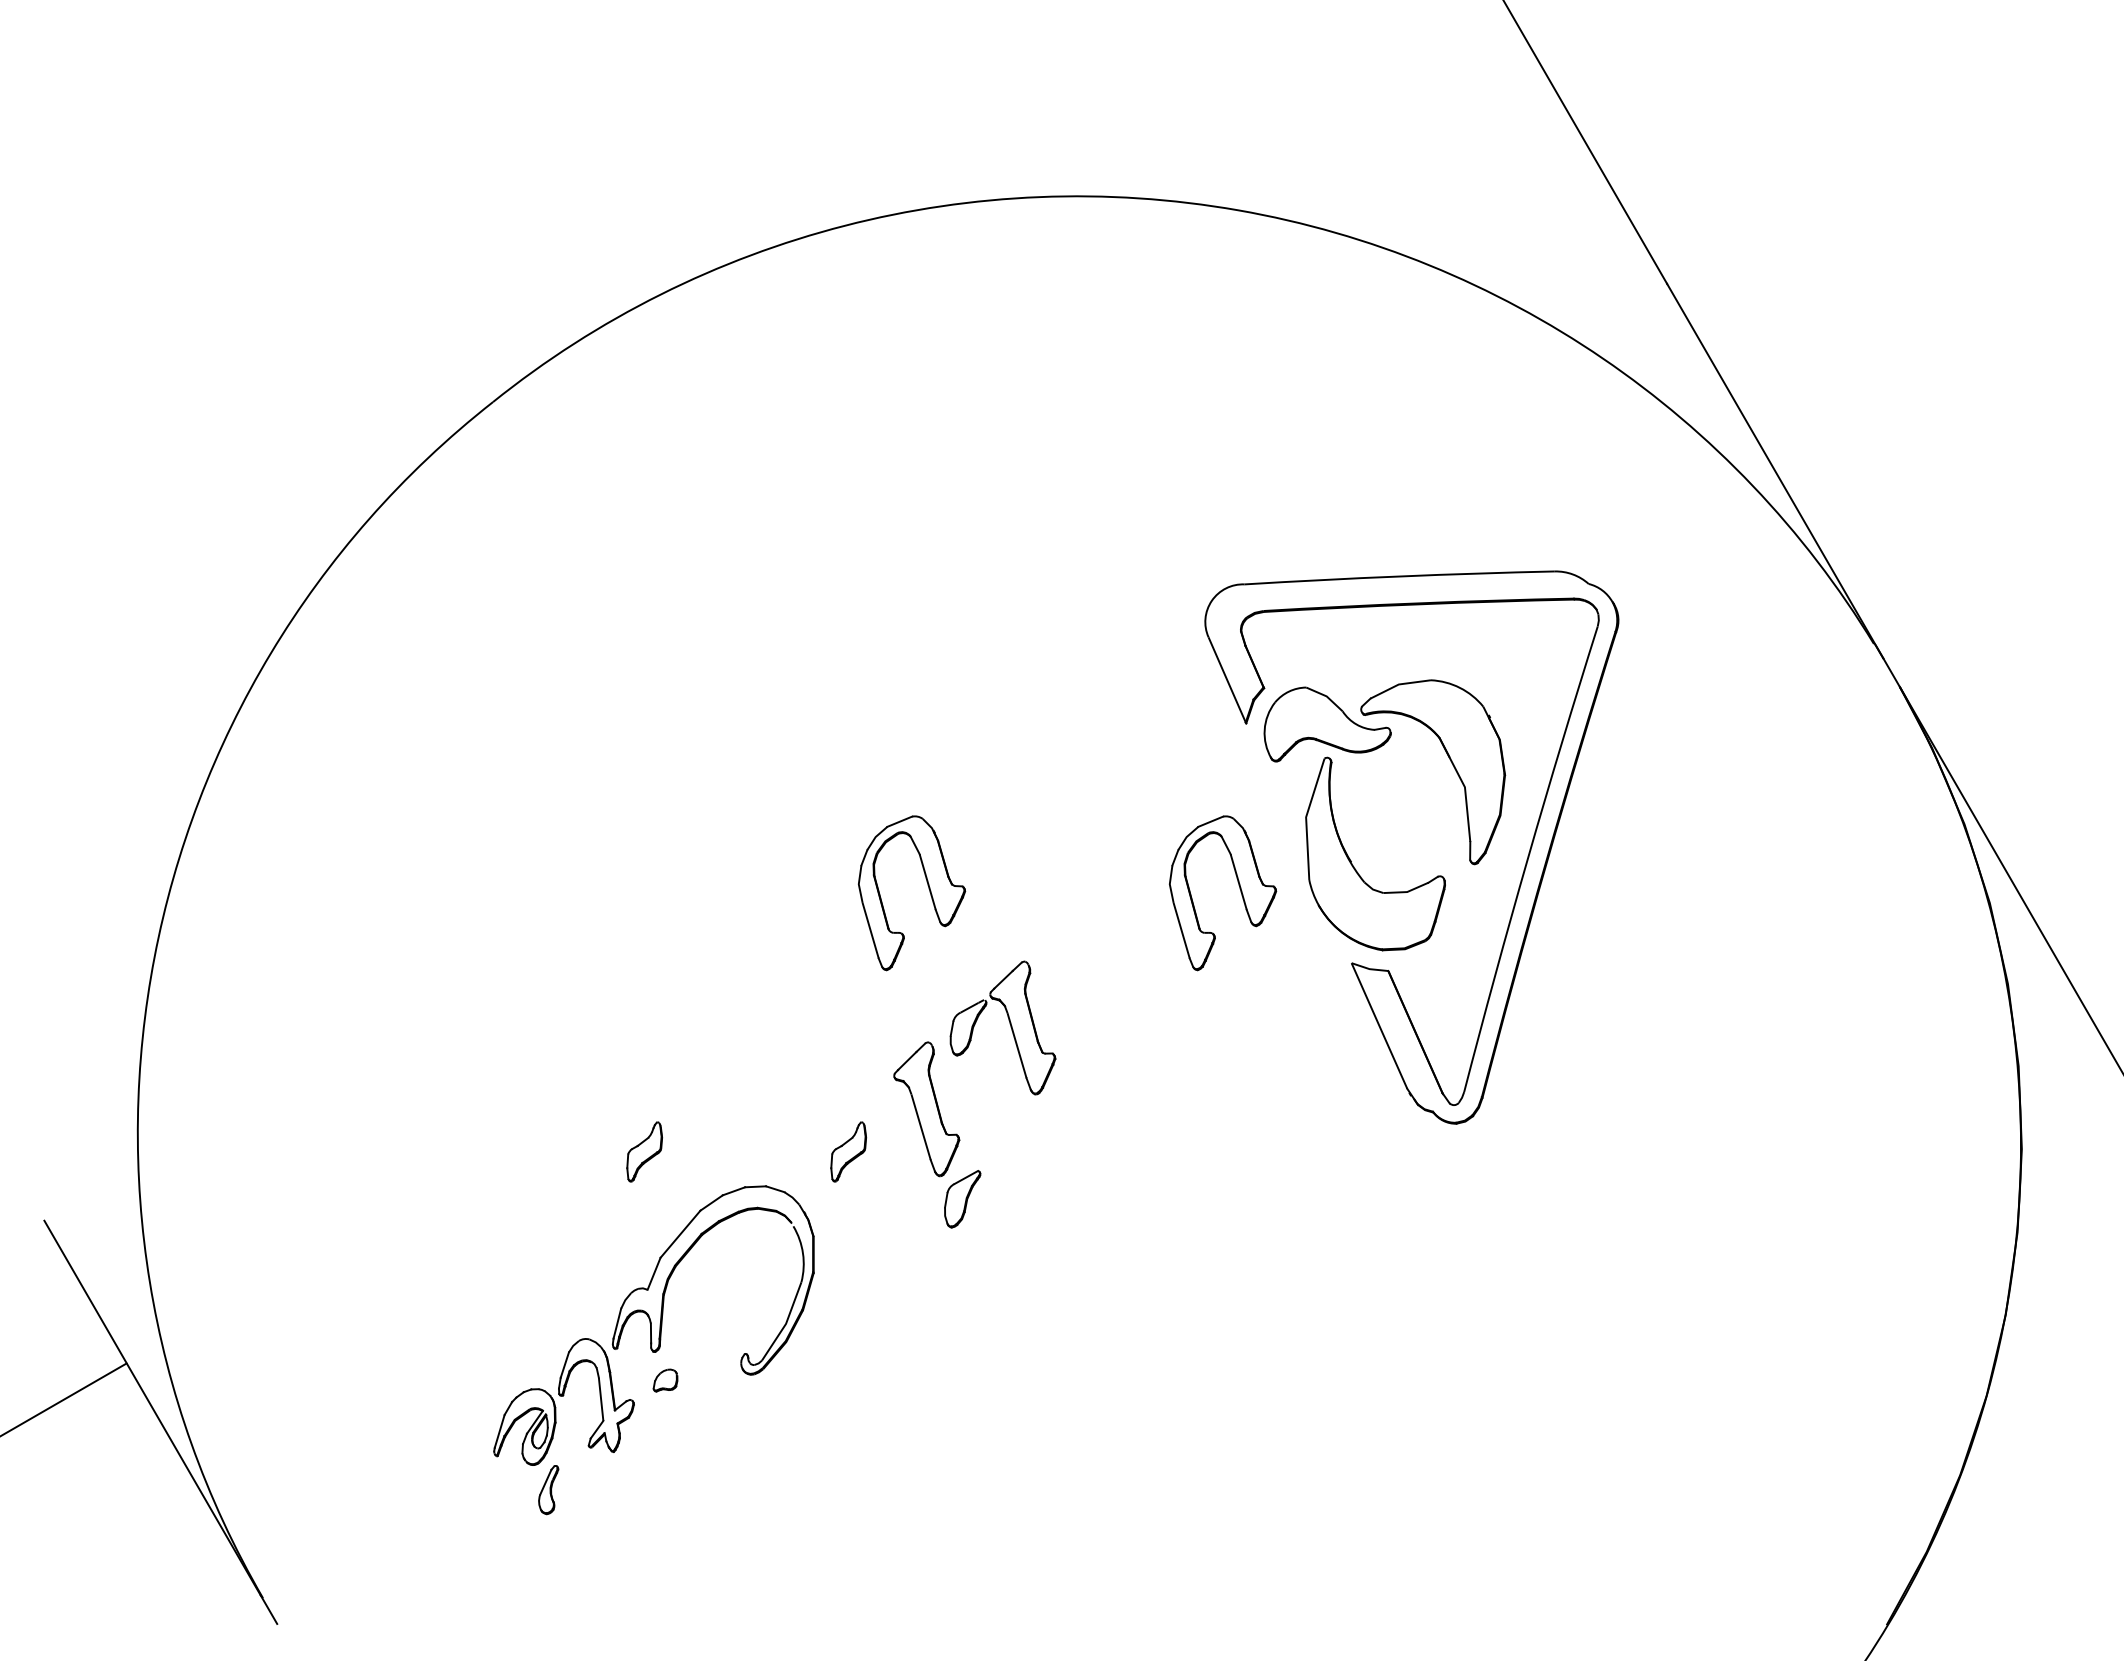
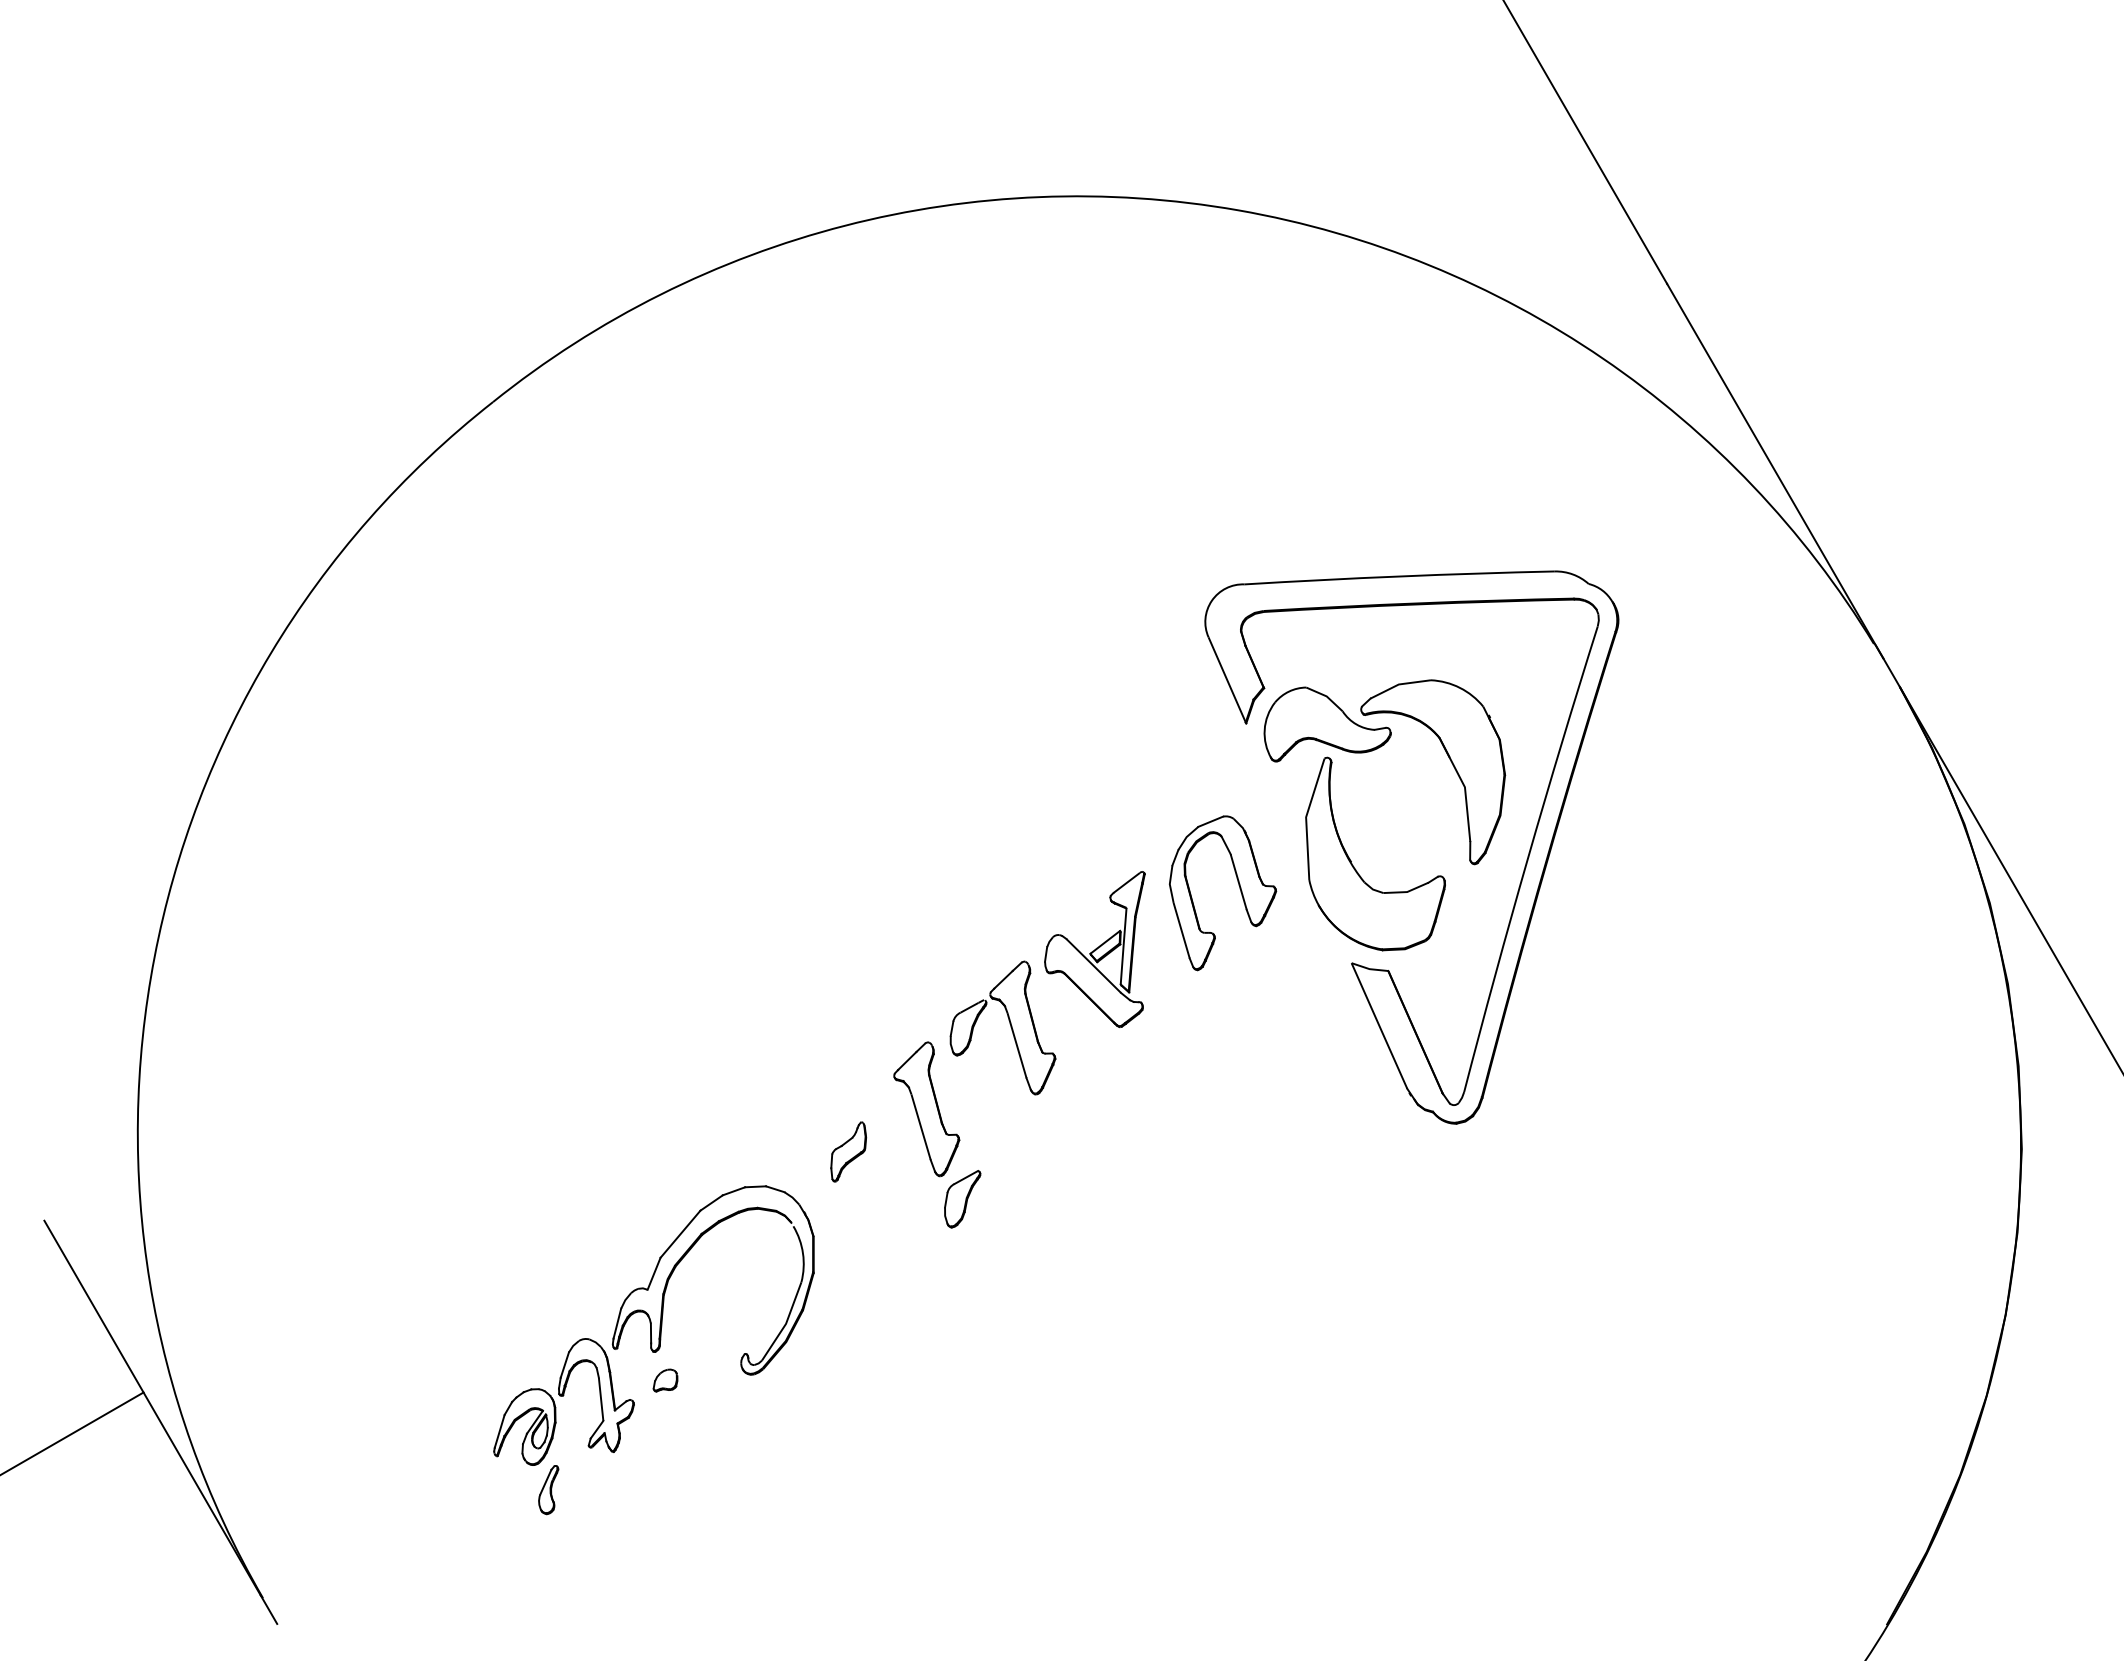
part at (928, 889): present -> none
part at (1094, 949): none -> present
part at (644, 1151): present -> none
line at (64, 1399) position: (64, 1399) -> (72, 1433)
